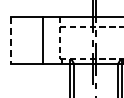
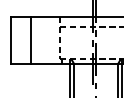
line at (42, 39) position: (42, 39) -> (30, 39)
line at (10, 40): dashed -> solid
